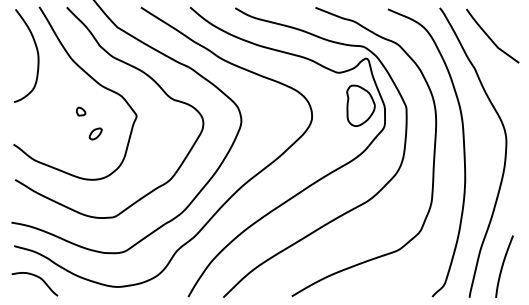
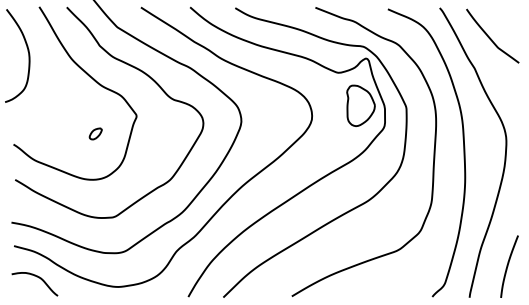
curve at (36, 51) position: (36, 51) -> (27, 51)
part at (81, 111): present -> none
curve at (503, 266) position: (503, 266) -> (508, 266)
